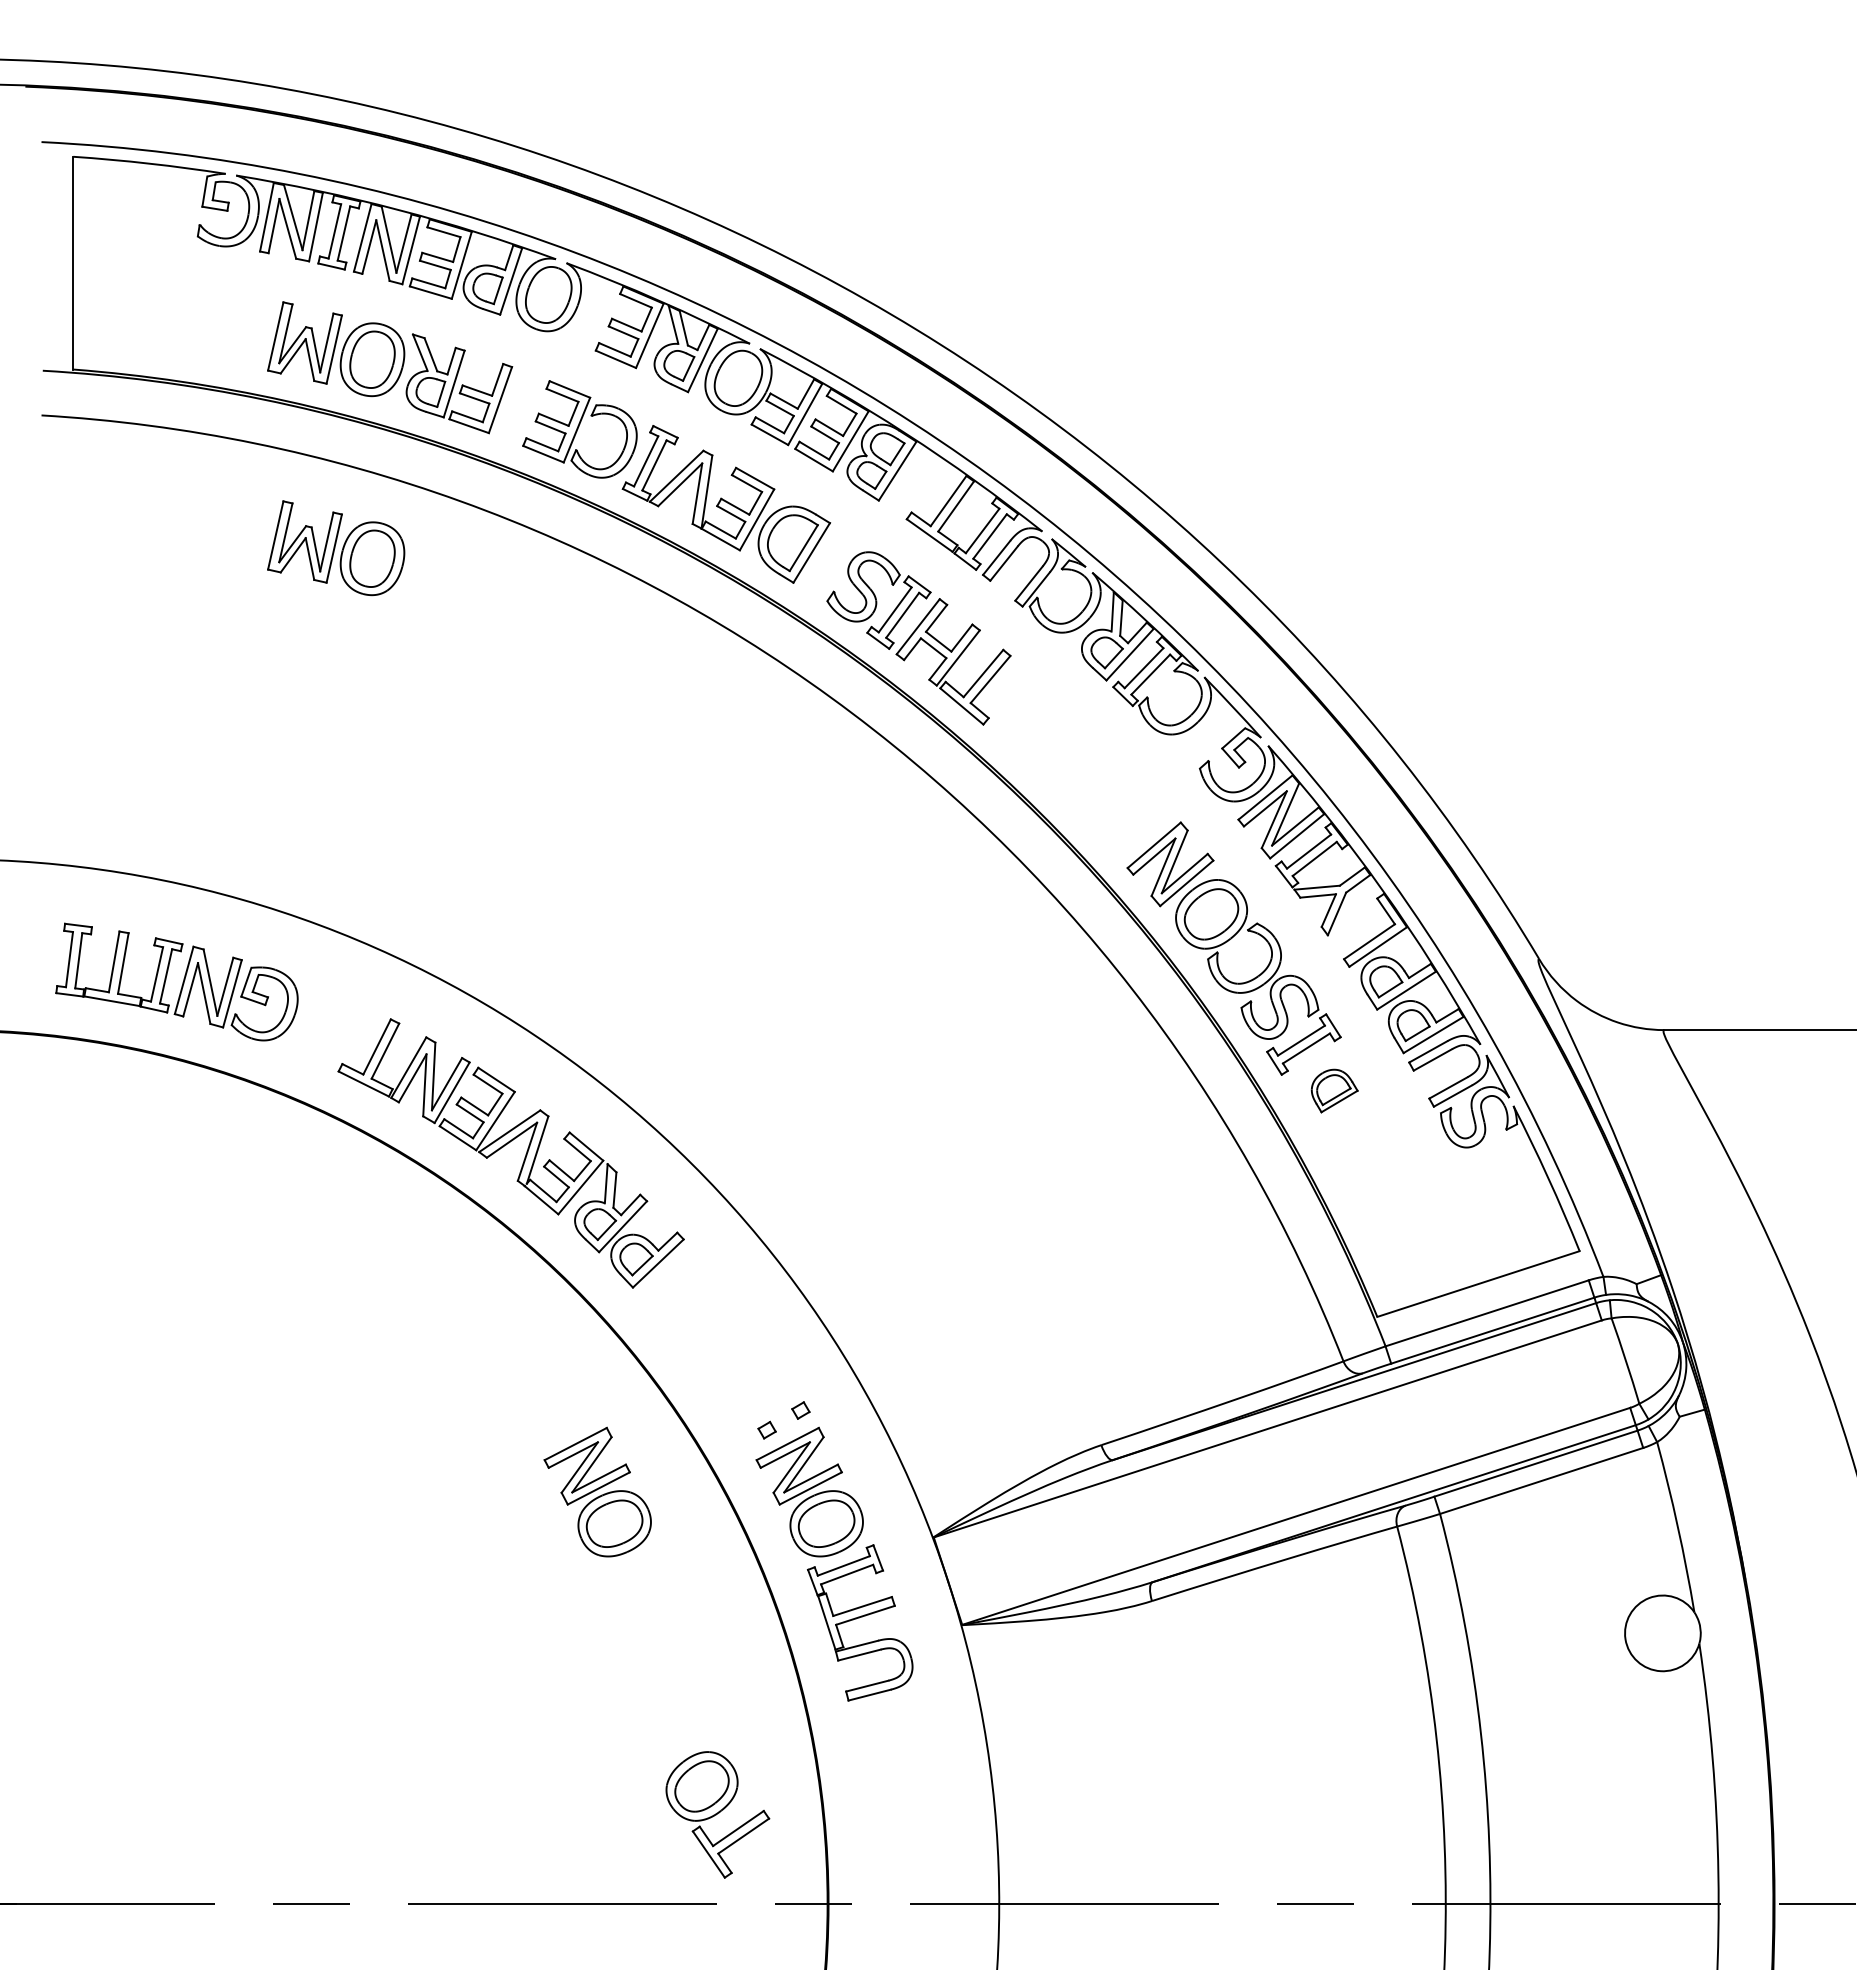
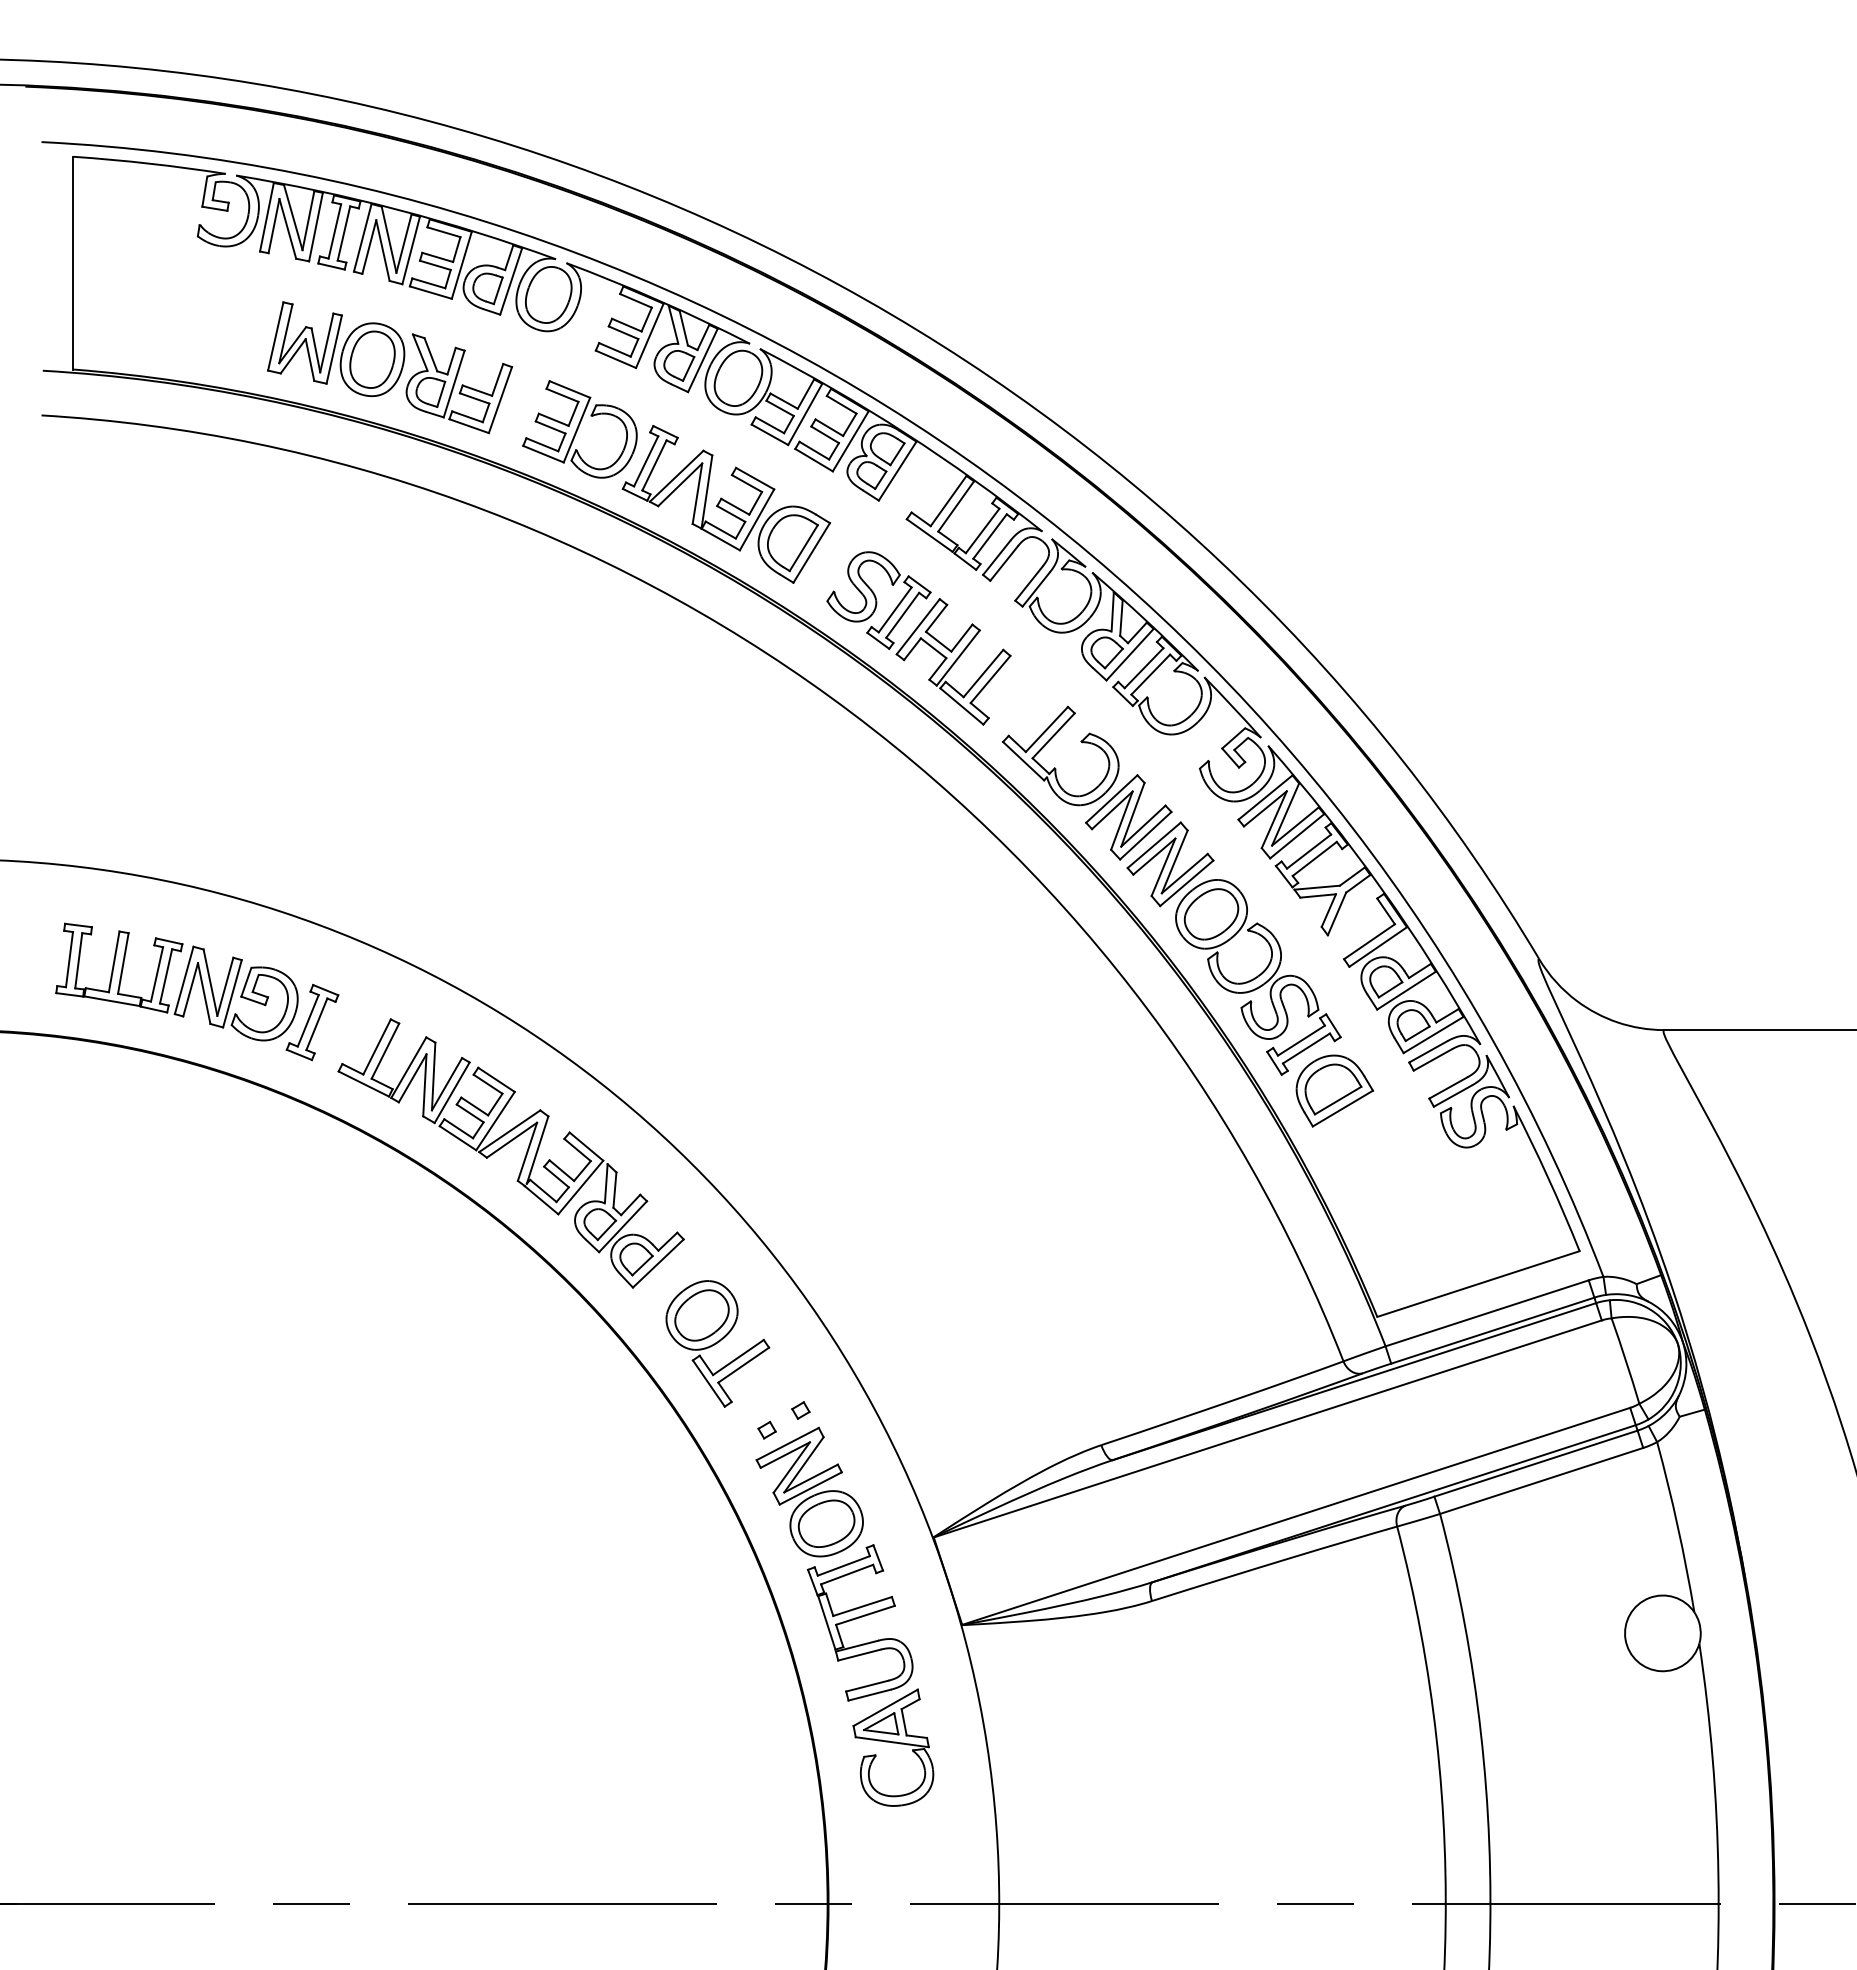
part at (336, 548): present -> none
part at (1092, 789): none -> present
part at (312, 1022): none -> present
part at (1334, 1090) size: 49x46 px -> 79x74 px
part at (597, 1491): present -> none
part at (893, 1747): none -> present
part at (717, 1814) position: (717, 1814) -> (717, 1343)
